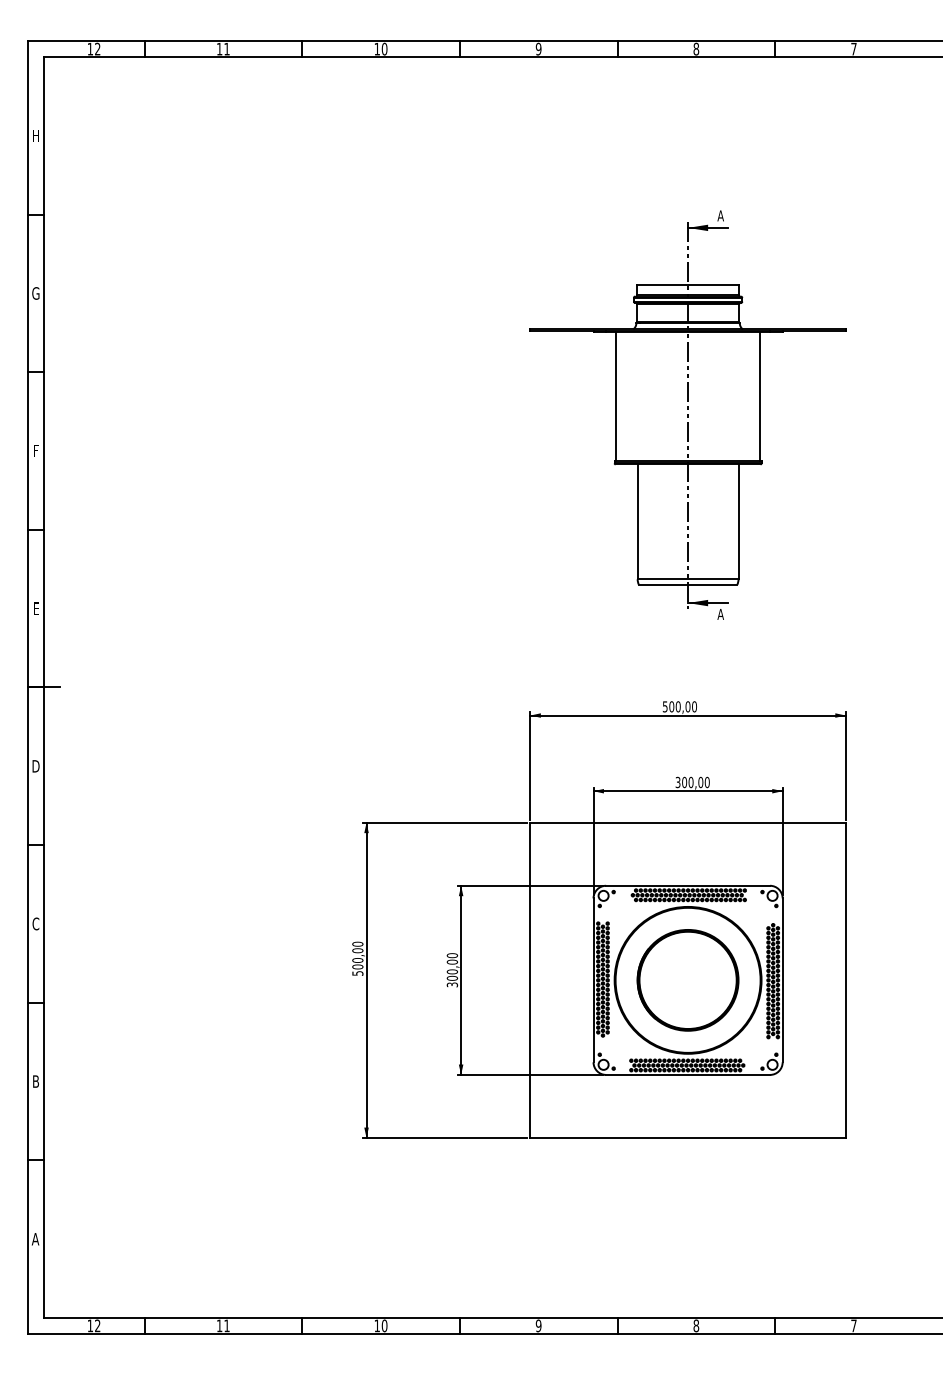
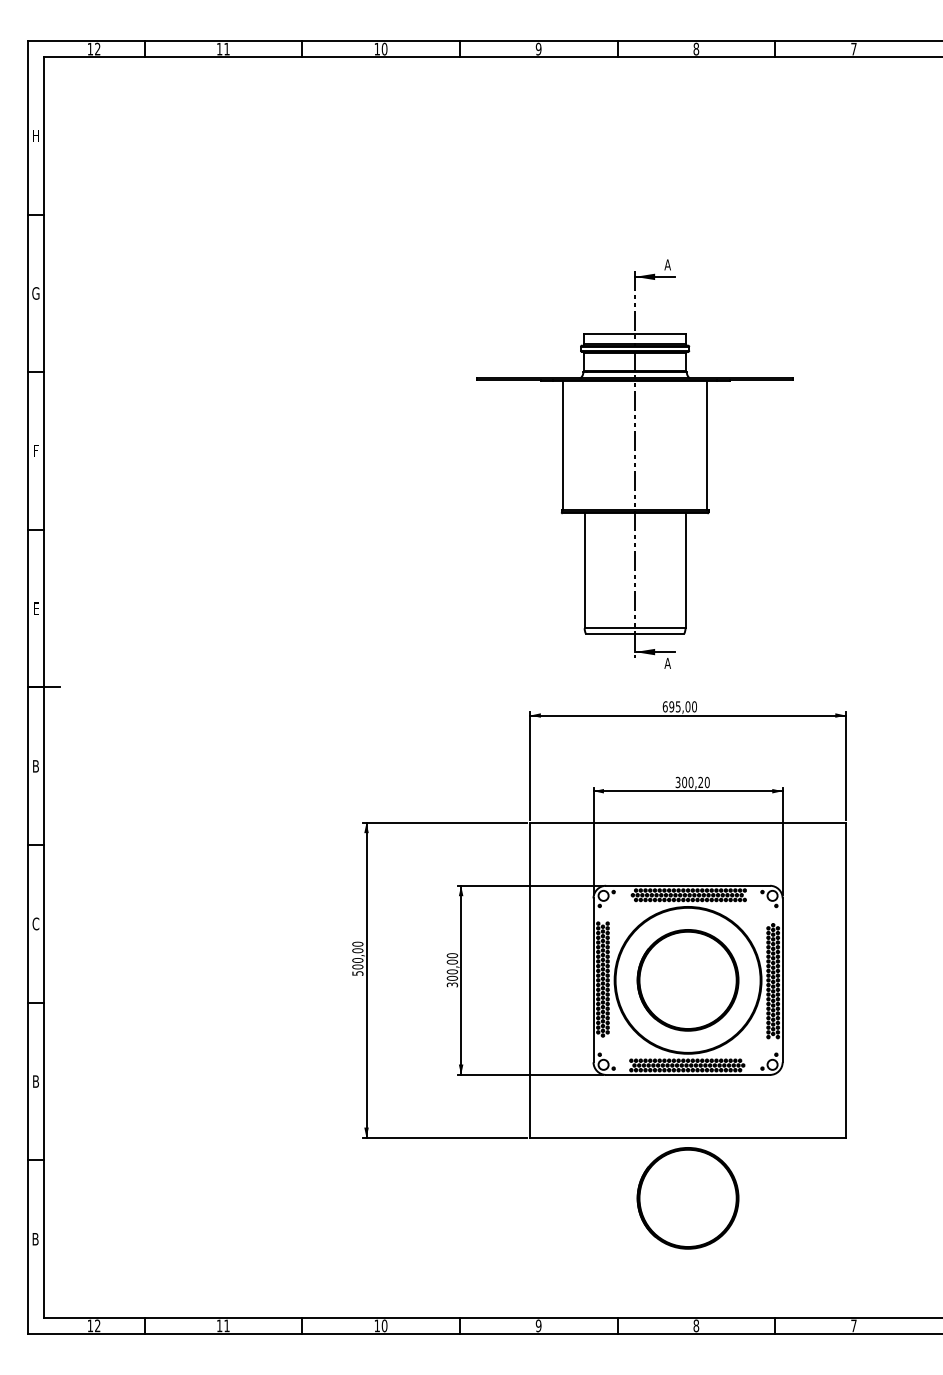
part at (687, 414) position: (687, 414) -> (634, 463)
text at (671, 706): 500,00 -> 695,00
text at (35, 766): D -> B
text at (700, 782): 300,00 -> 300,20
part at (687, 1198): none -> present
text at (35, 1239): A -> B
